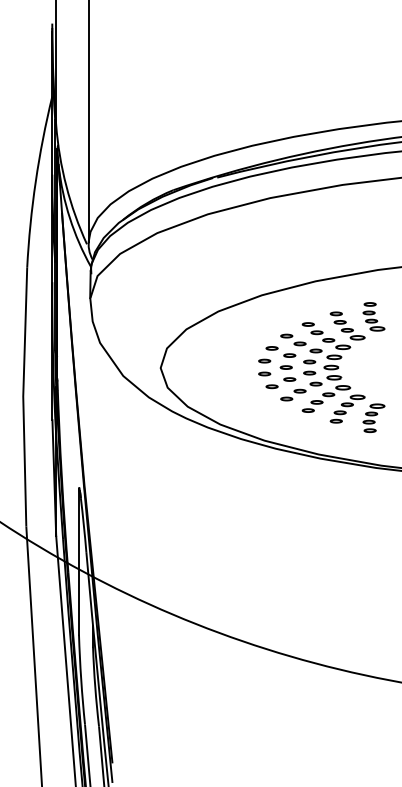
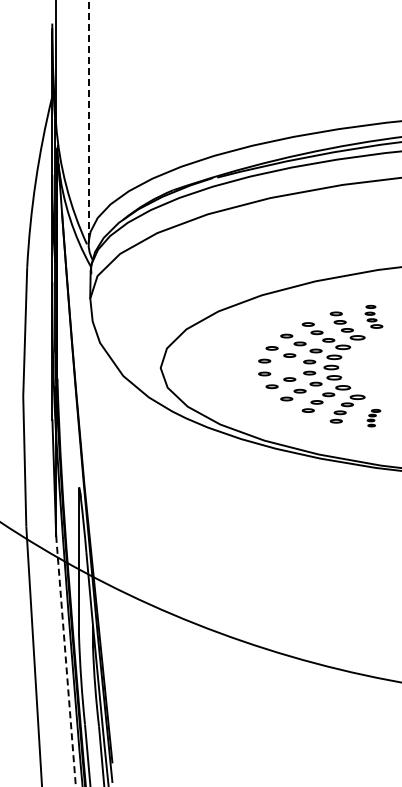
line at (88, 121): solid -> dashed
part at (373, 316) size: 24x30 px -> 20x25 px
part at (285, 367): present -> none
part at (373, 417) size: 24x30 px -> 16x19 px
line at (66, 661): solid -> dashed
